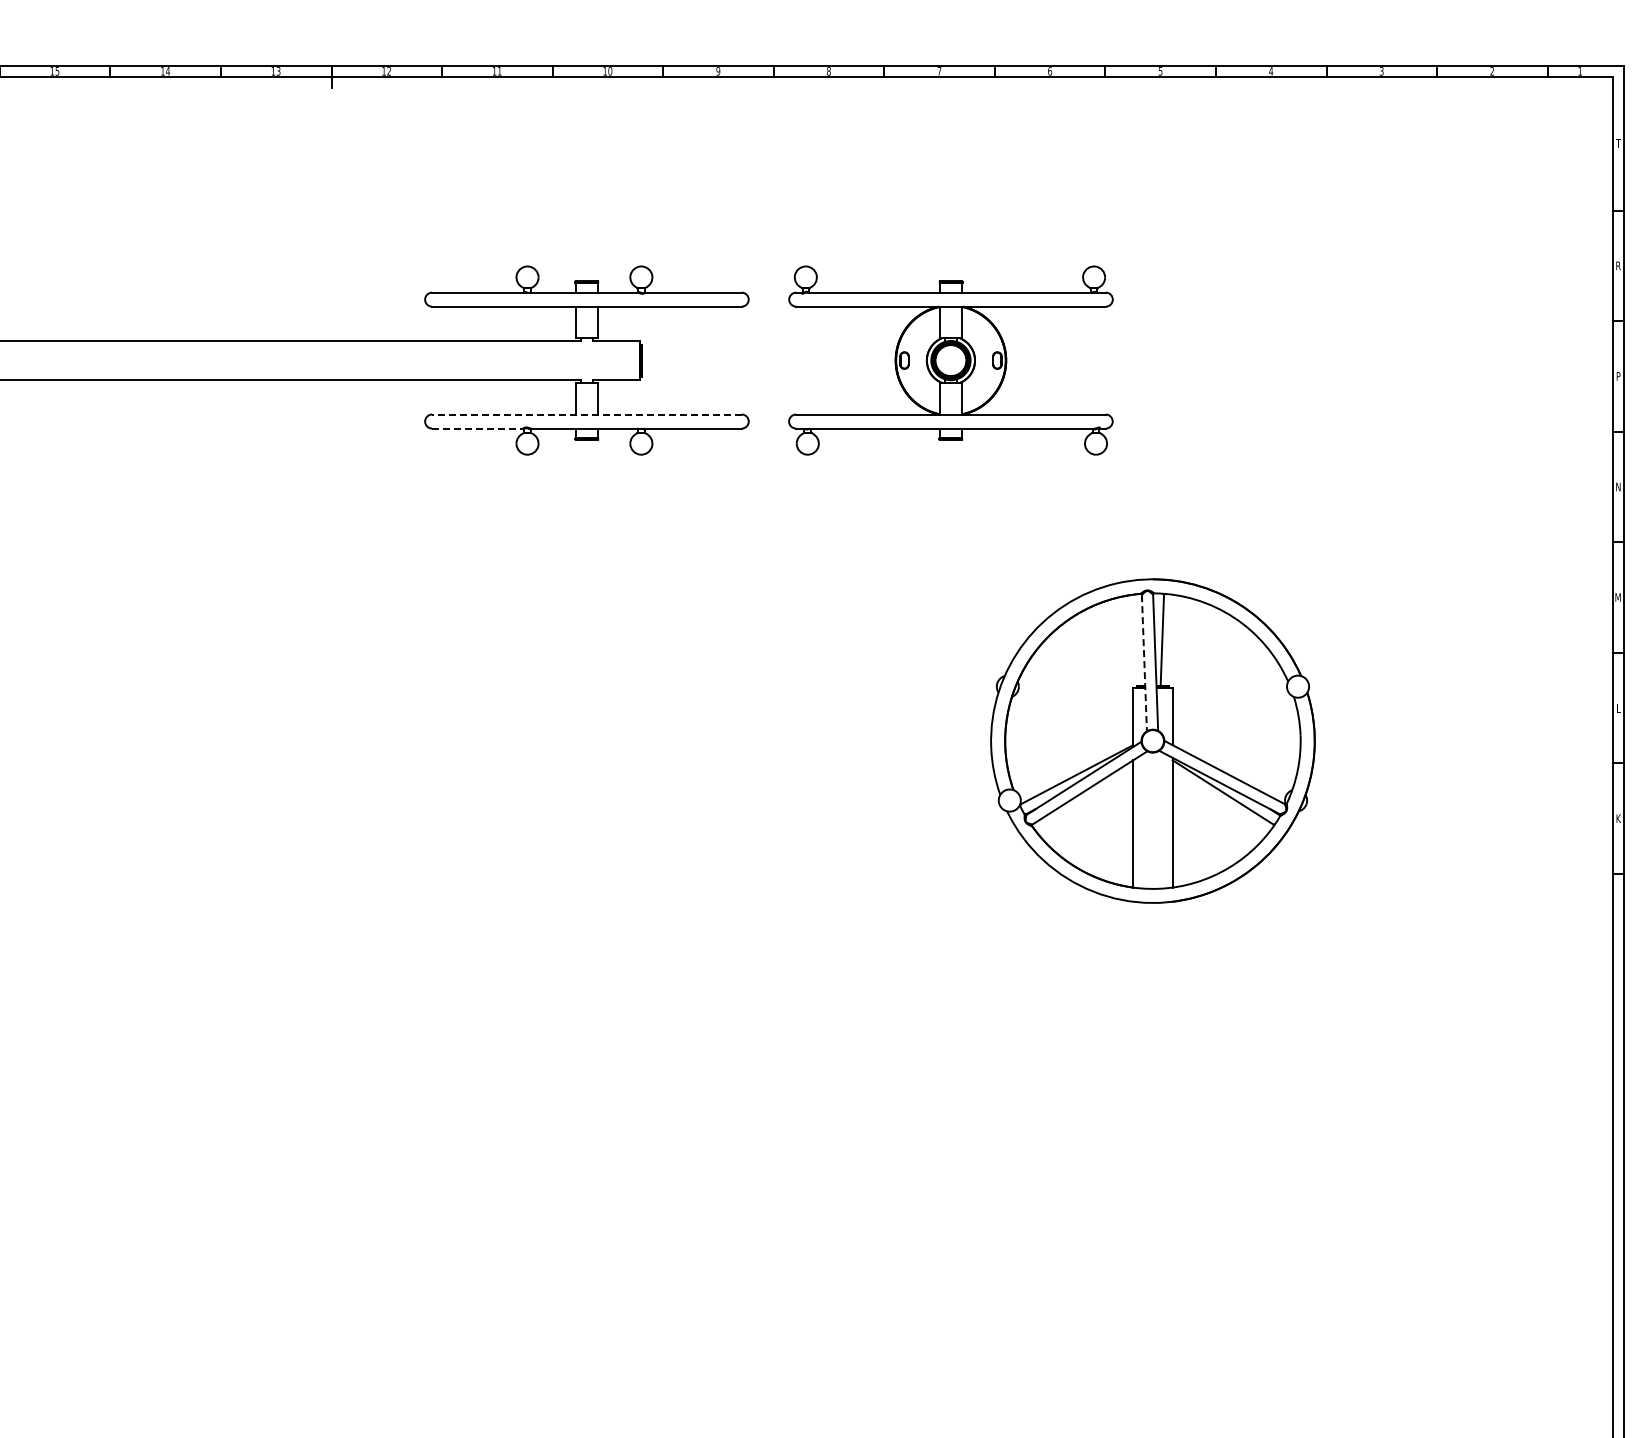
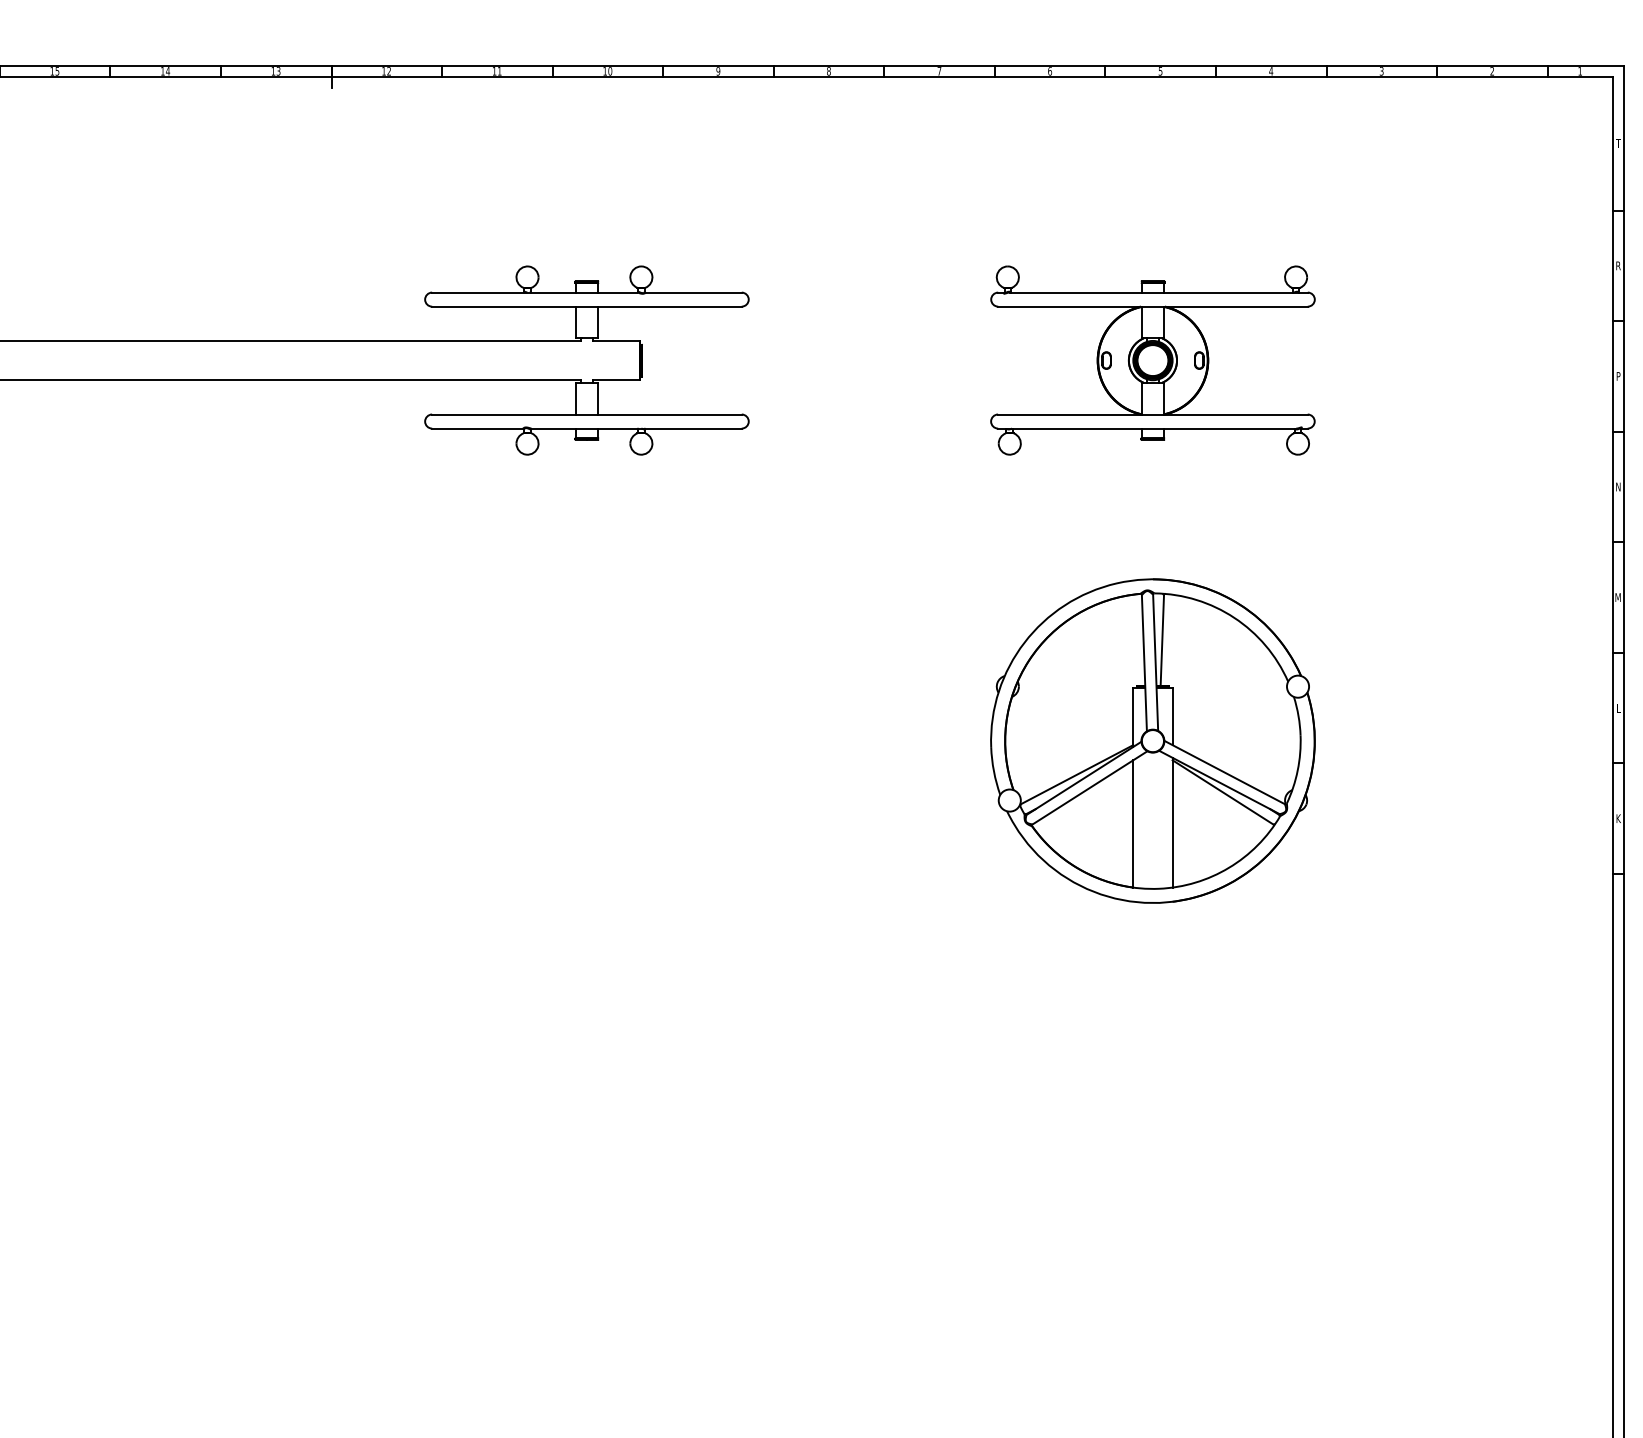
part at (950, 360) position: (950, 360) -> (1152, 360)
line at (586, 414): dashed -> solid
line at (477, 428): dashed -> solid
line at (1144, 663): dashed -> solid
